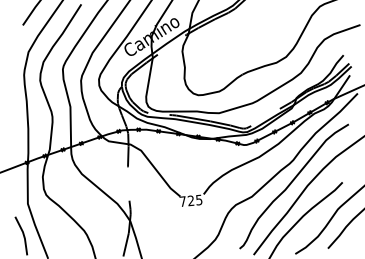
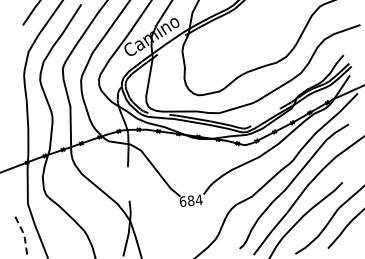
text at (190, 200): 725 -> 684
line at (23, 234): solid -> dashed
